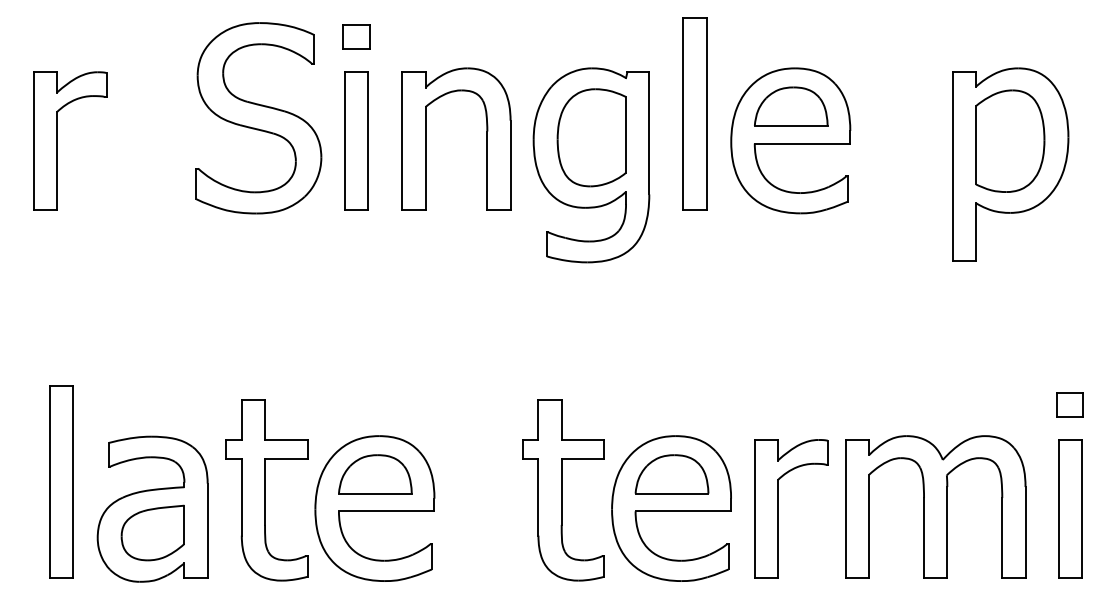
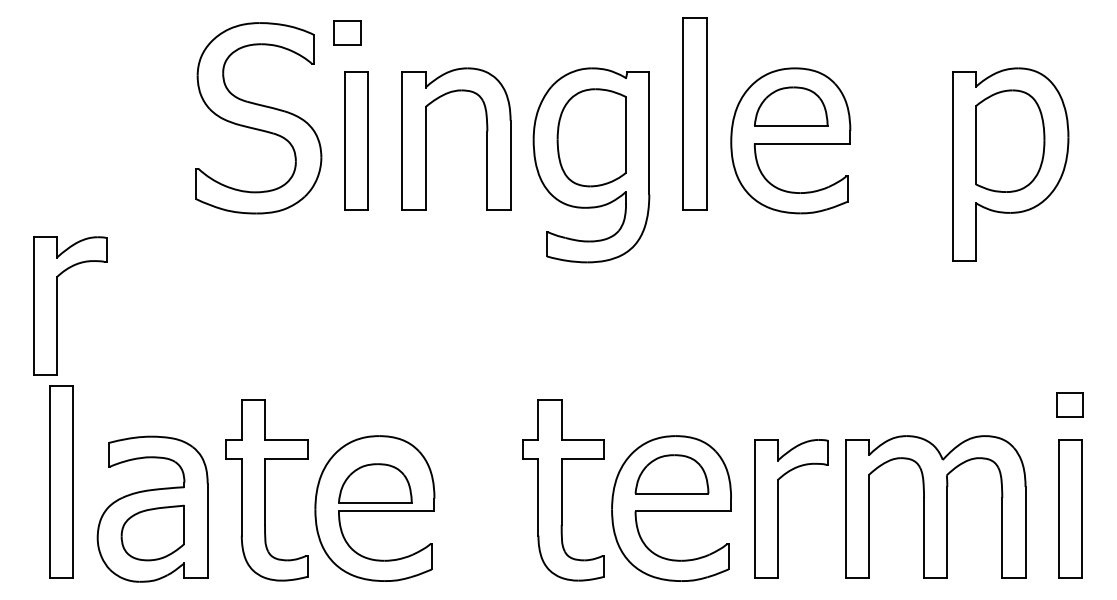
part at (356, 36) position: (356, 36) -> (347, 32)
part at (57, 140) position: (57, 140) -> (57, 305)
part at (375, 474) position: (375, 474) -> (375, 483)
